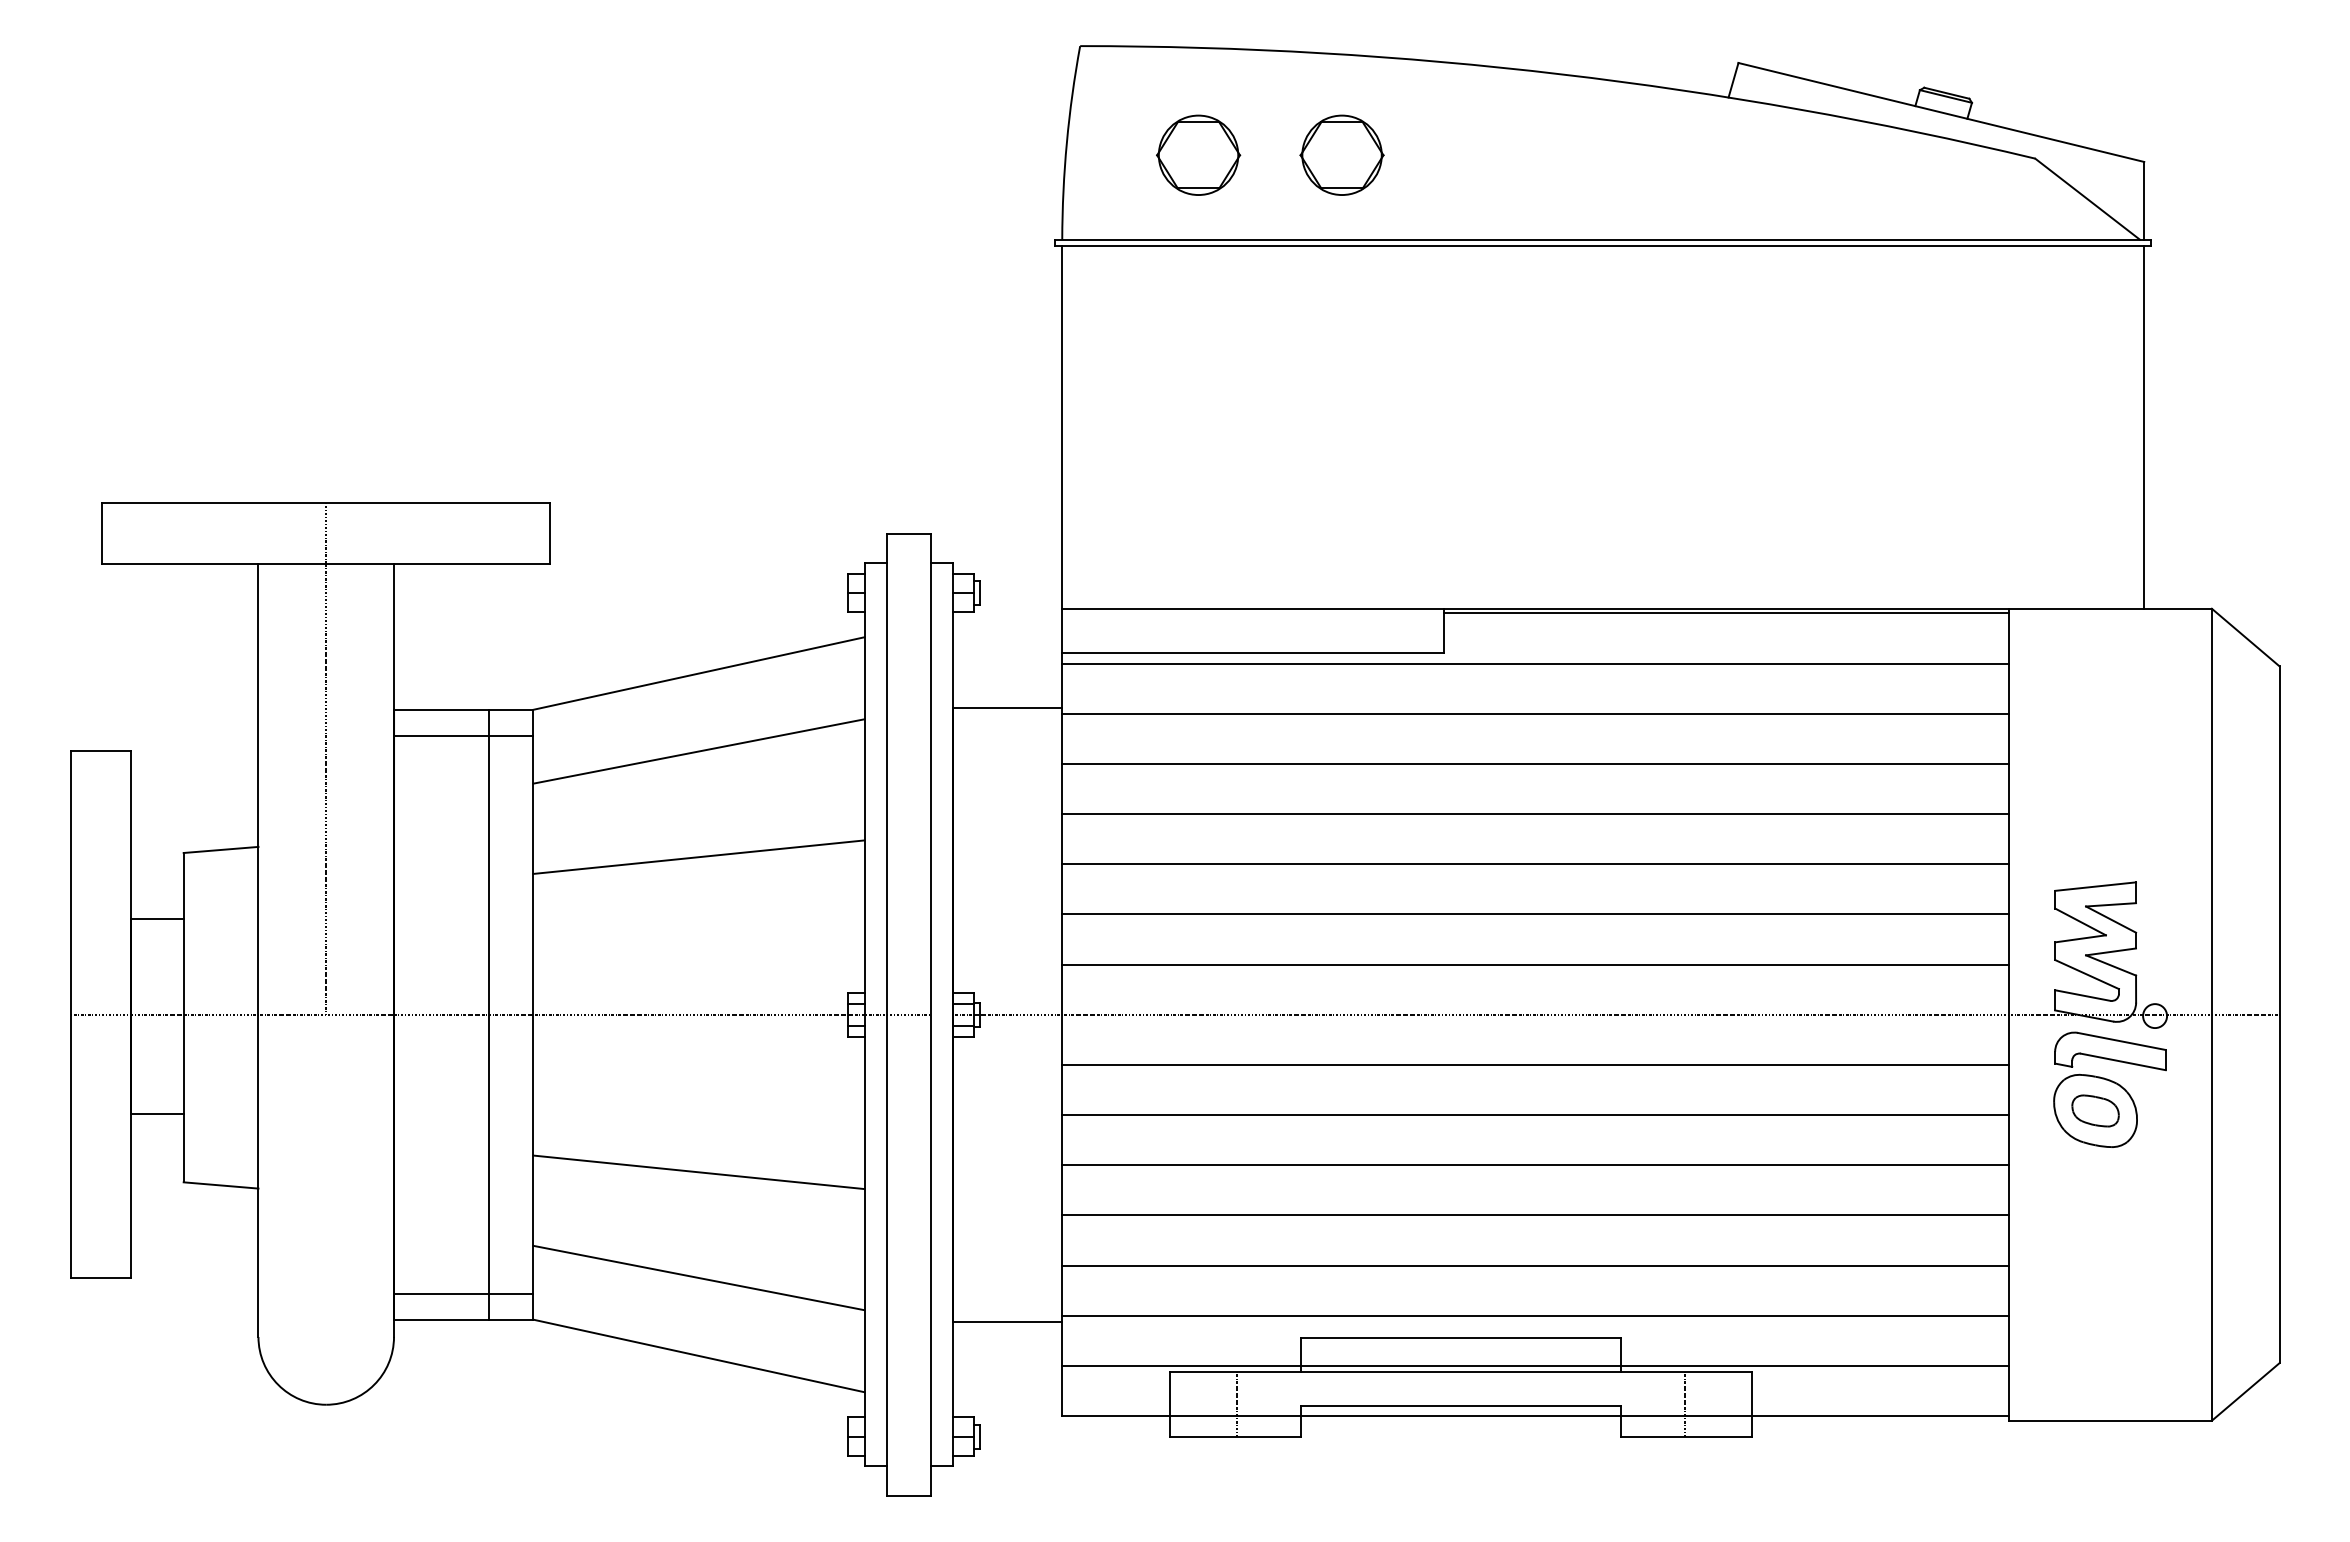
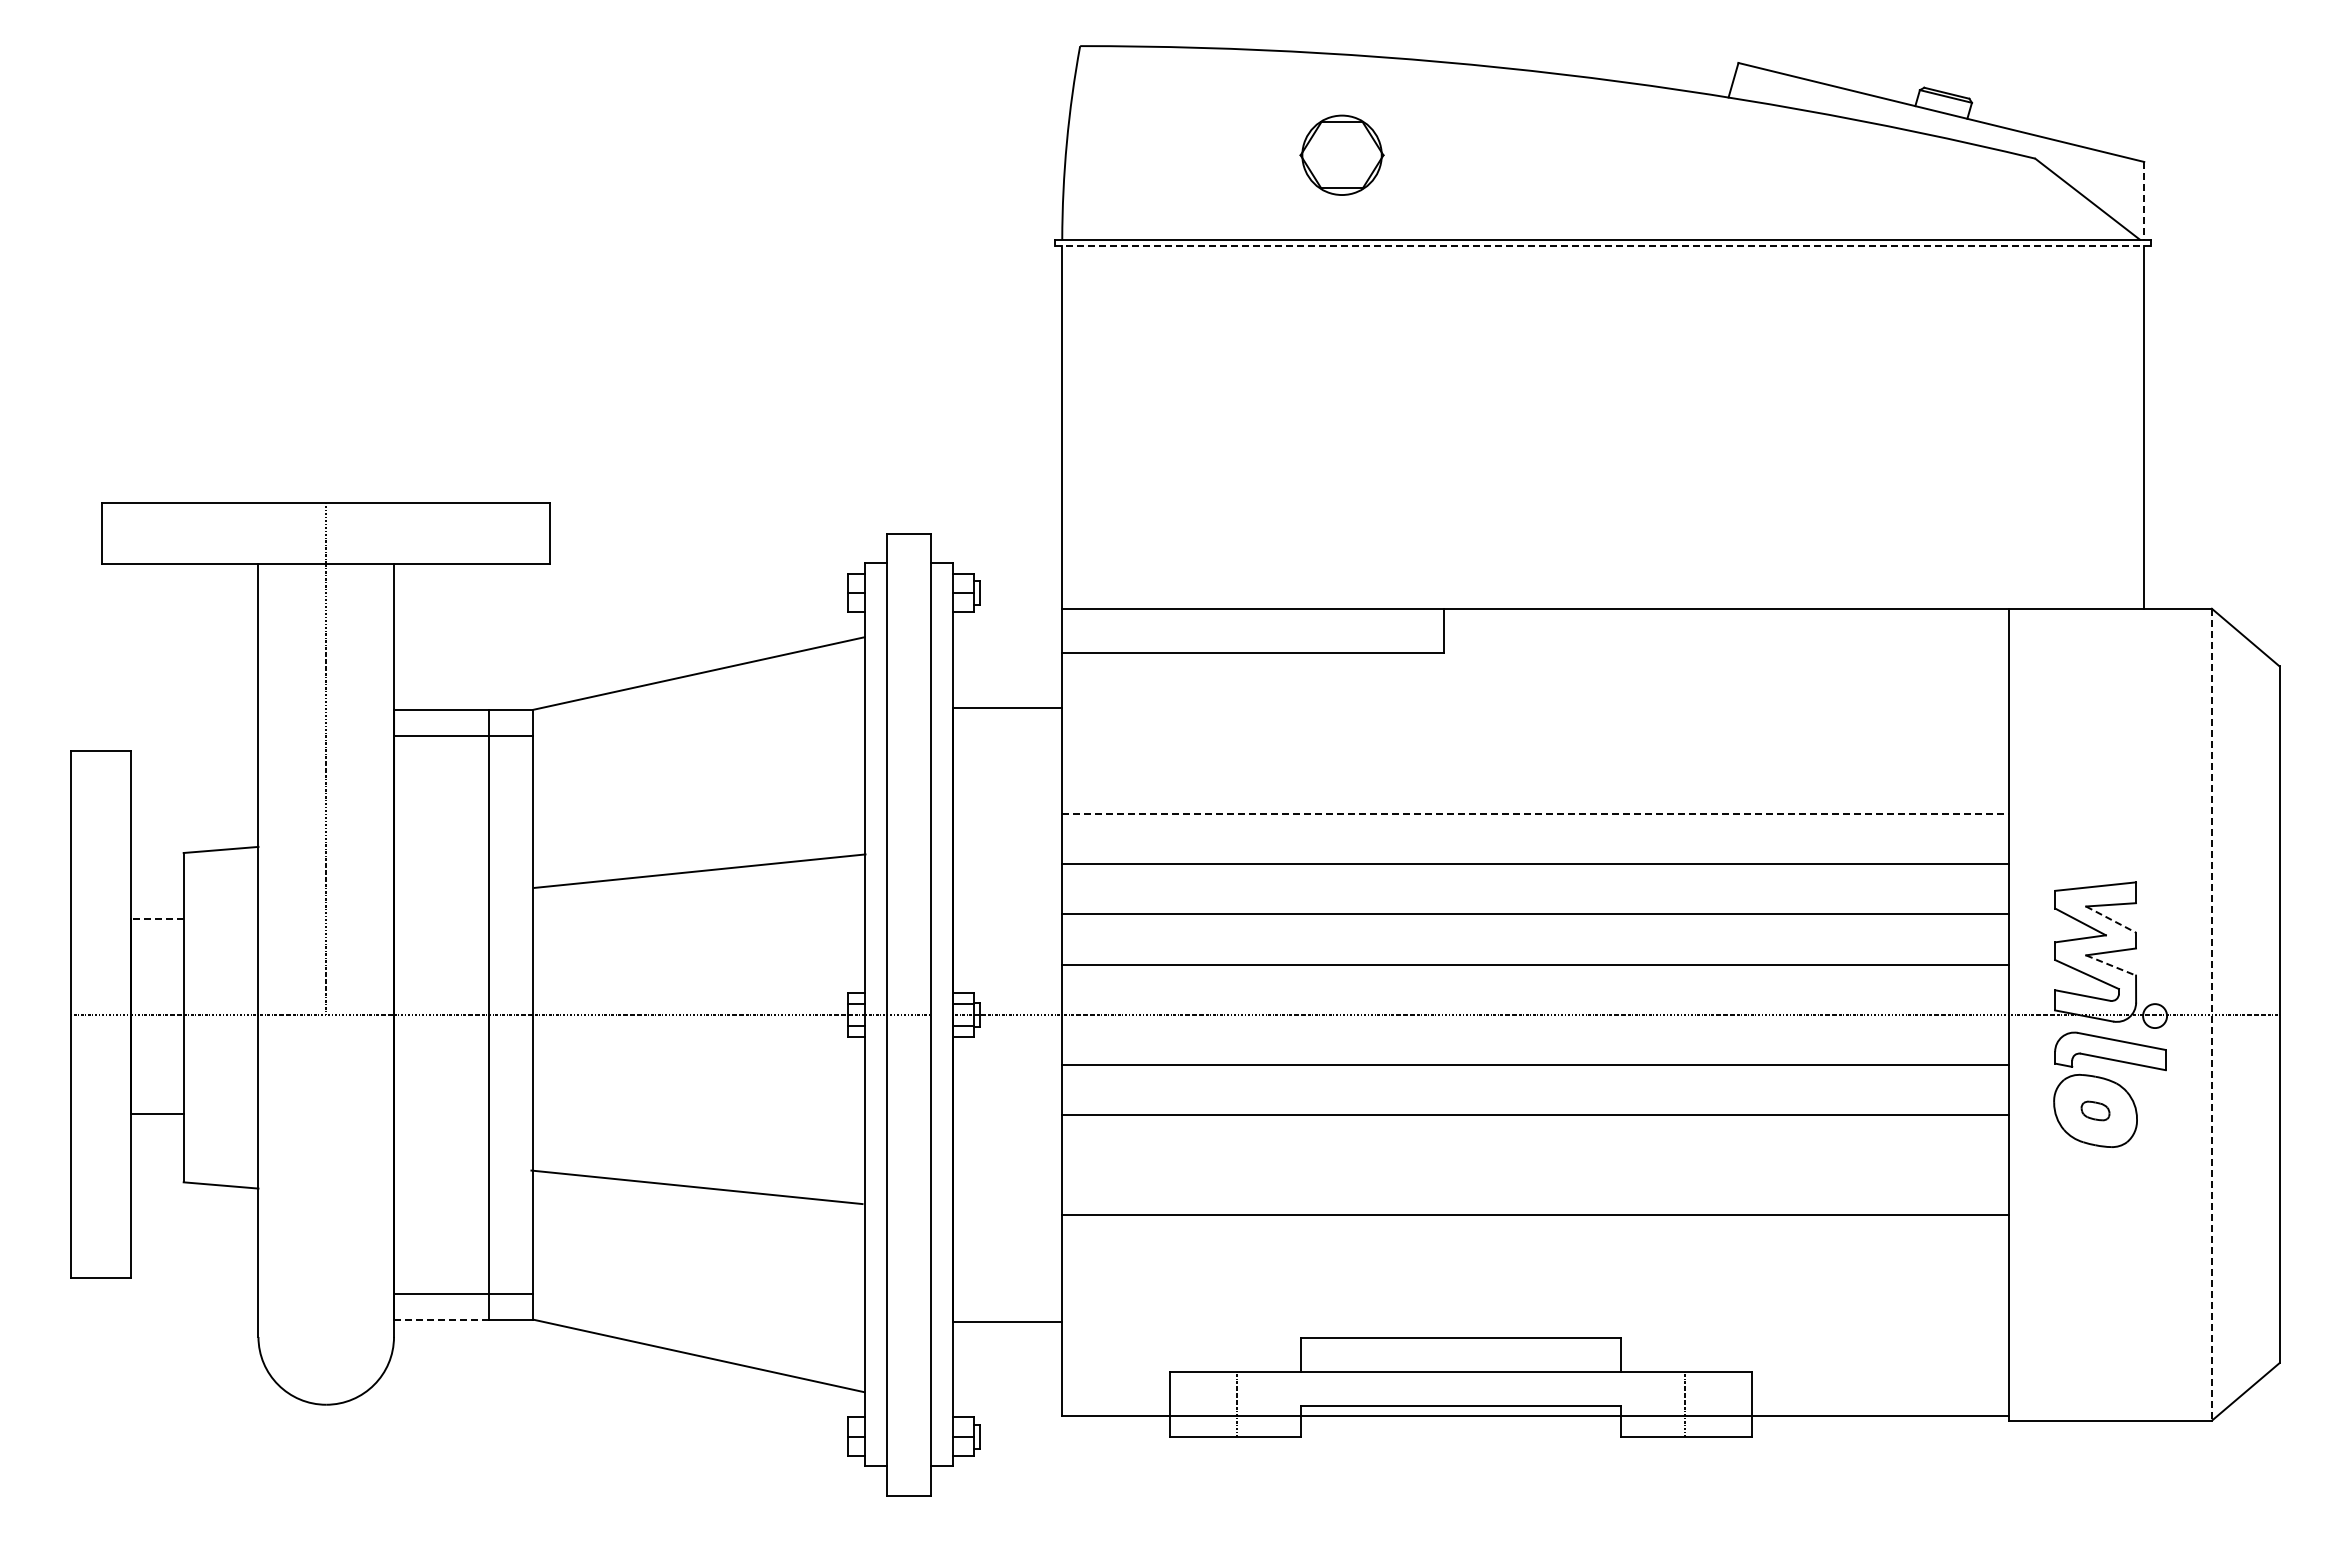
part at (1198, 154): present -> none
line at (2144, 200): solid -> dashed
line at (1603, 246): solid -> dashed
line at (1725, 613): present -> none
line at (1535, 663): present -> none
line at (1535, 713): present -> none
line at (698, 751): present -> none
line at (1535, 763): present -> none
line at (1536, 814): solid -> dashed
line at (698, 856) position: (698, 856) -> (699, 870)
line at (156, 919): solid -> dashed
line at (2111, 919): solid -> dashed
line at (2111, 965): solid -> dashed
line at (2211, 1014): solid -> dashed
part at (2095, 1110) size: 49x34 px -> 31x22 px
line at (1535, 1165): present -> none
line at (698, 1172) position: (698, 1172) -> (696, 1187)
line at (1535, 1265): present -> none
line at (698, 1277): present -> none
line at (1535, 1315): present -> none
line at (441, 1319): solid -> dashed
line at (1535, 1365): present -> none
